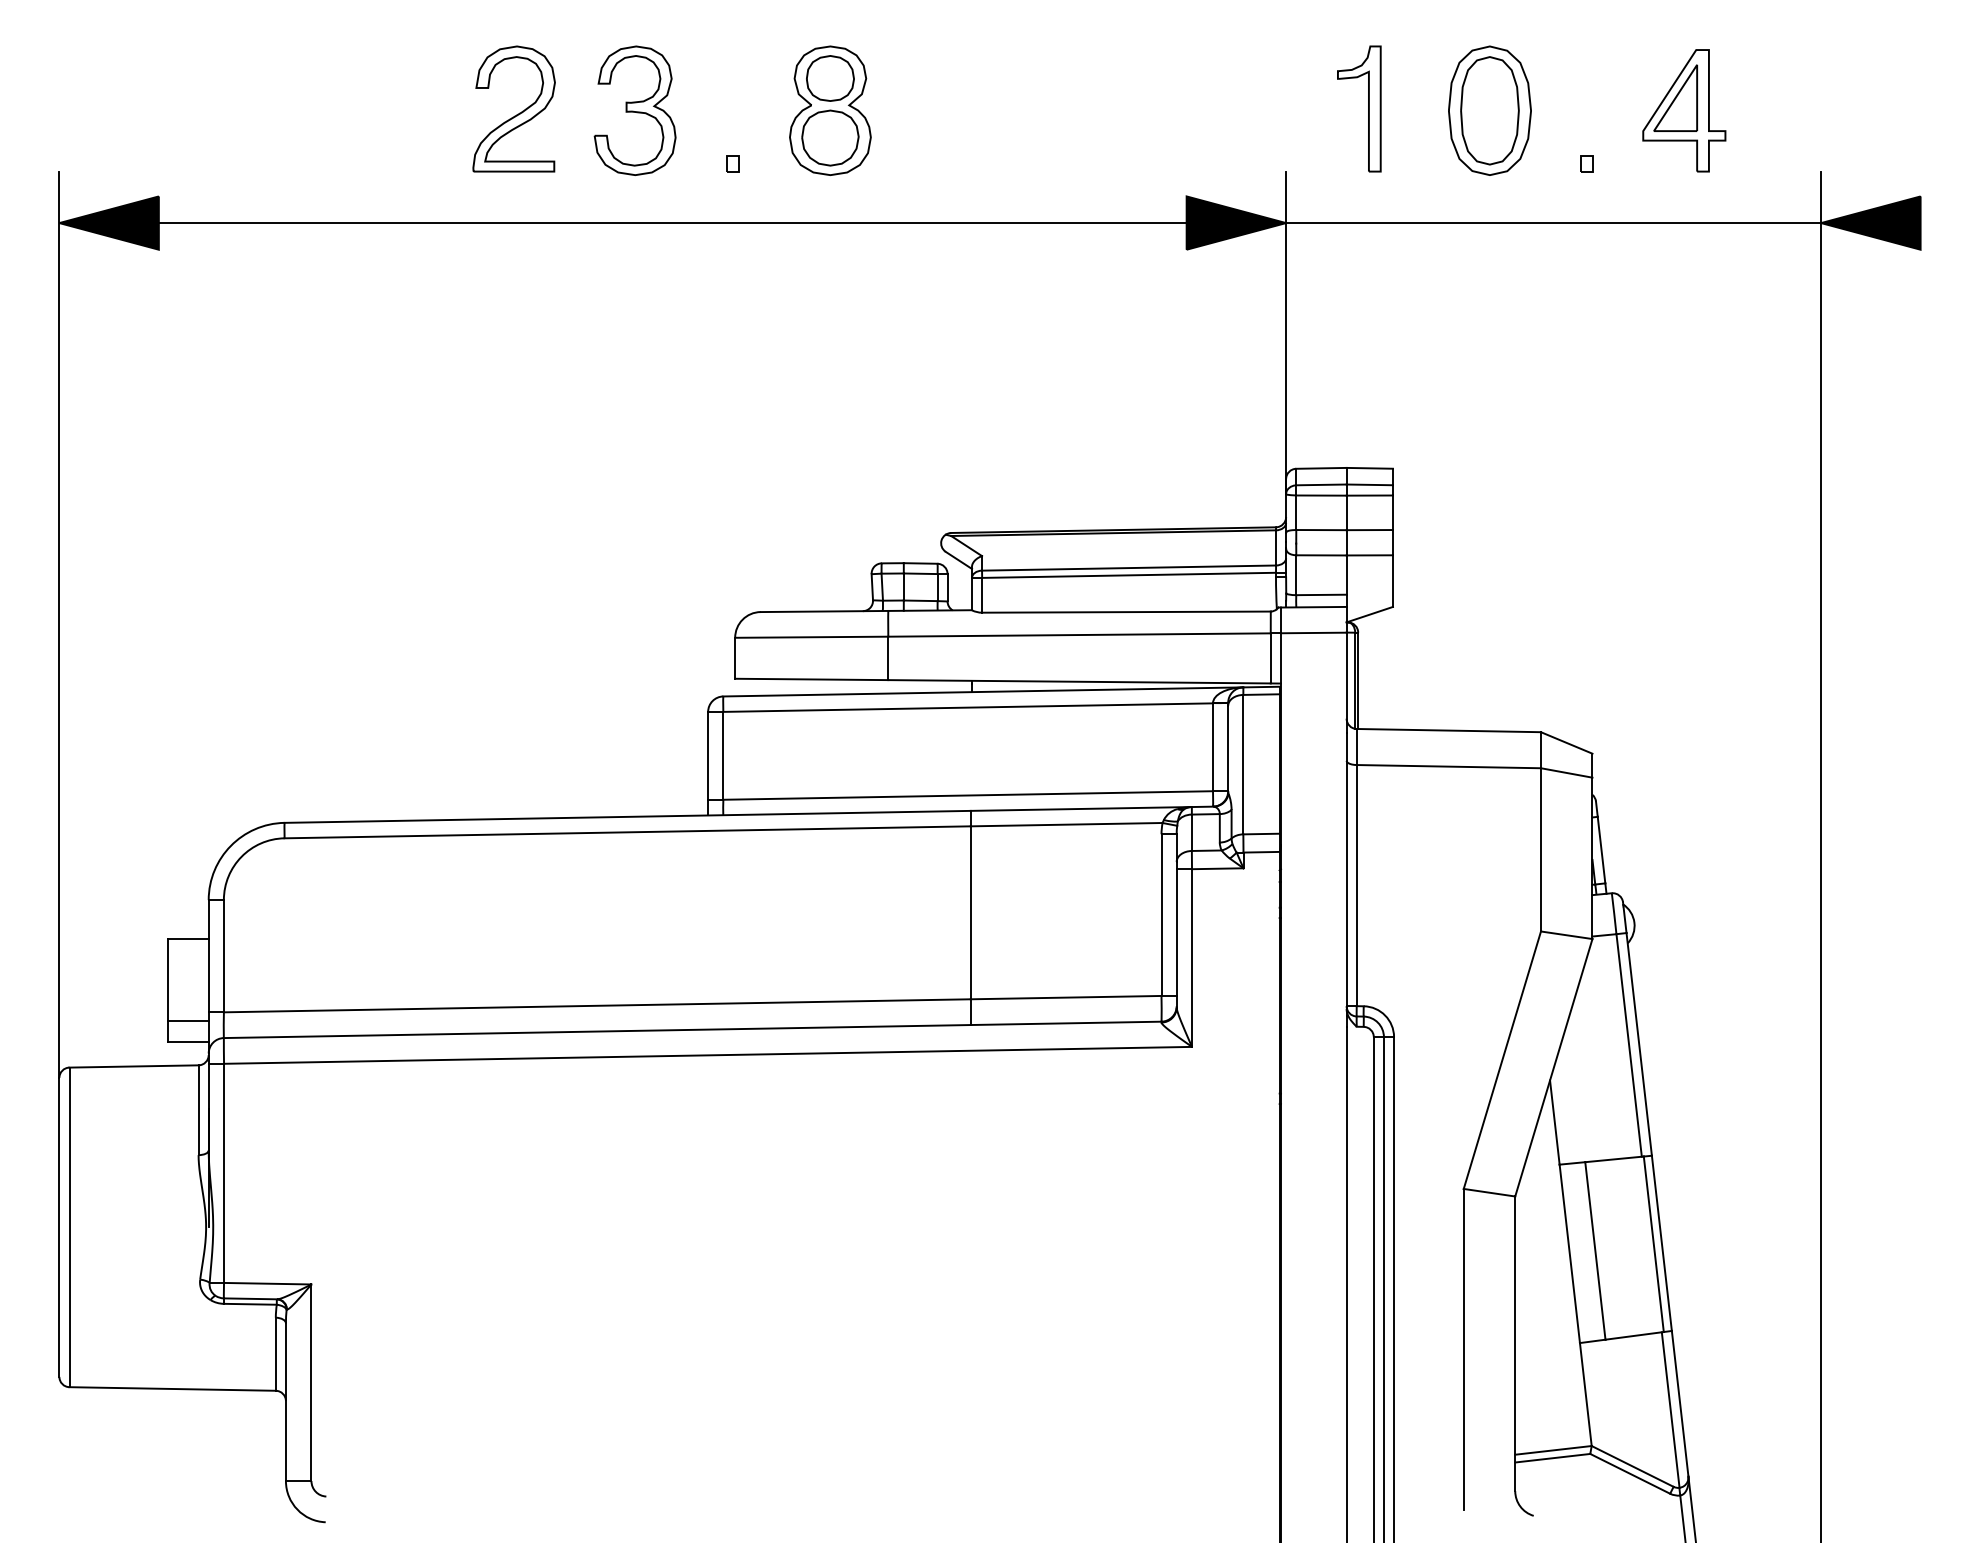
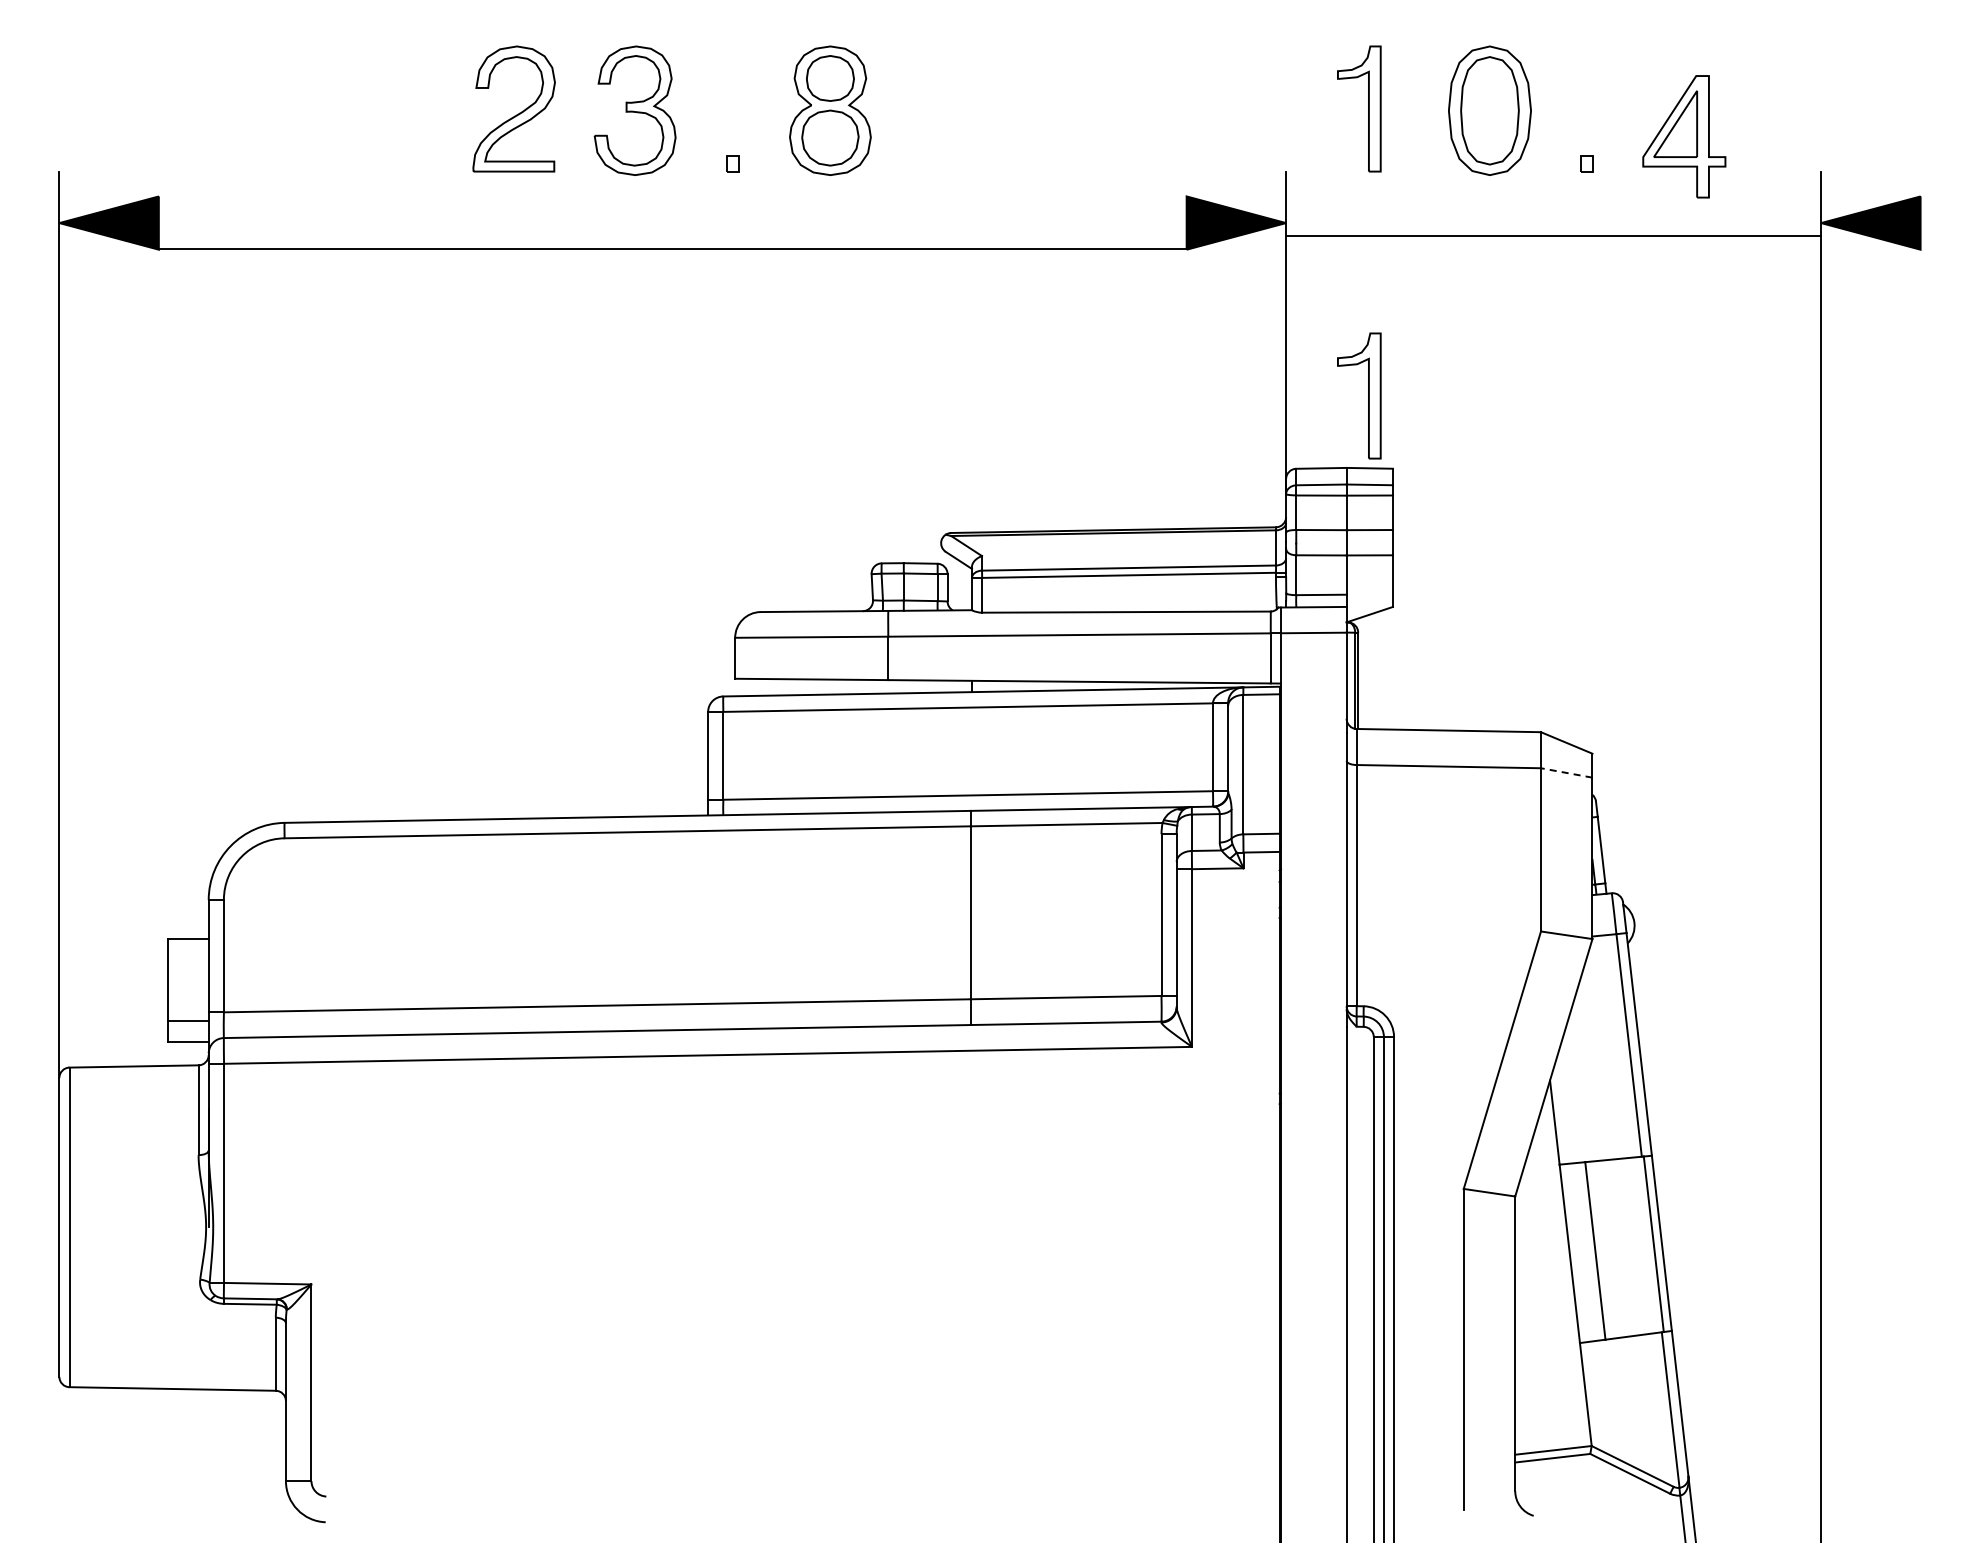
part at (1684, 110) position: (1684, 110) -> (1684, 136)
line at (672, 223) position: (672, 223) -> (672, 249)
line at (1553, 223) position: (1553, 223) -> (1553, 236)
part at (1368, 395): none -> present
line at (1566, 772): solid -> dashed
